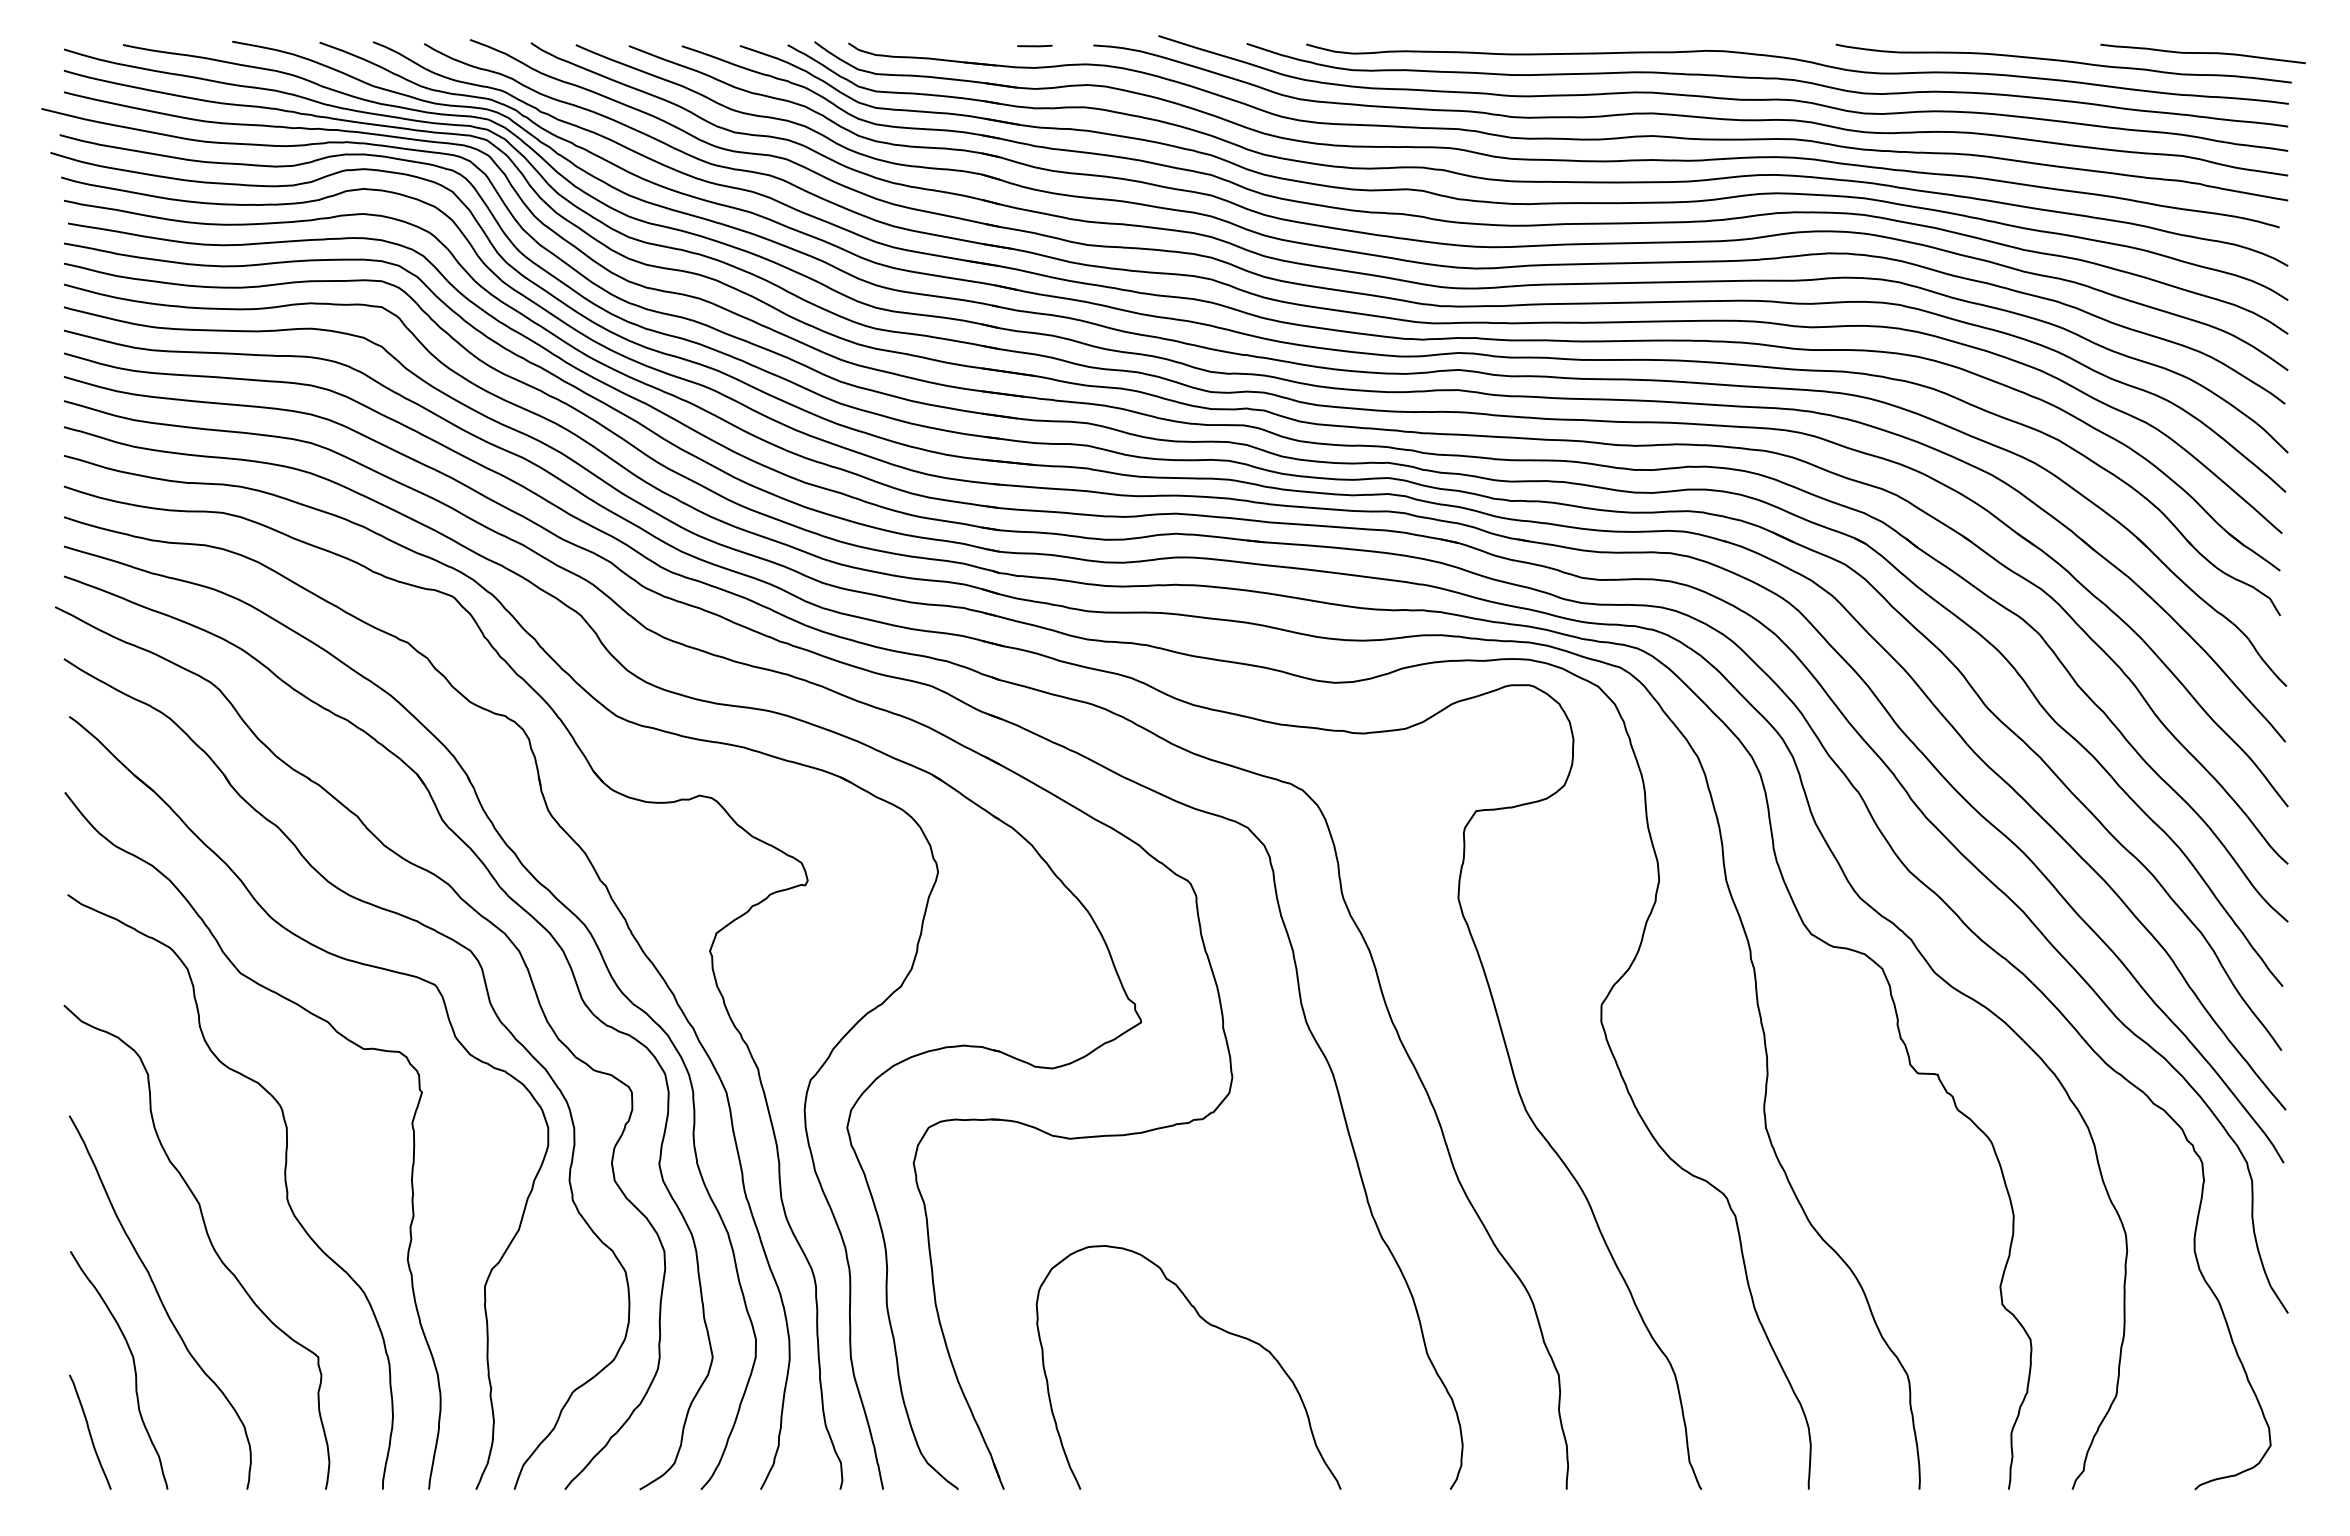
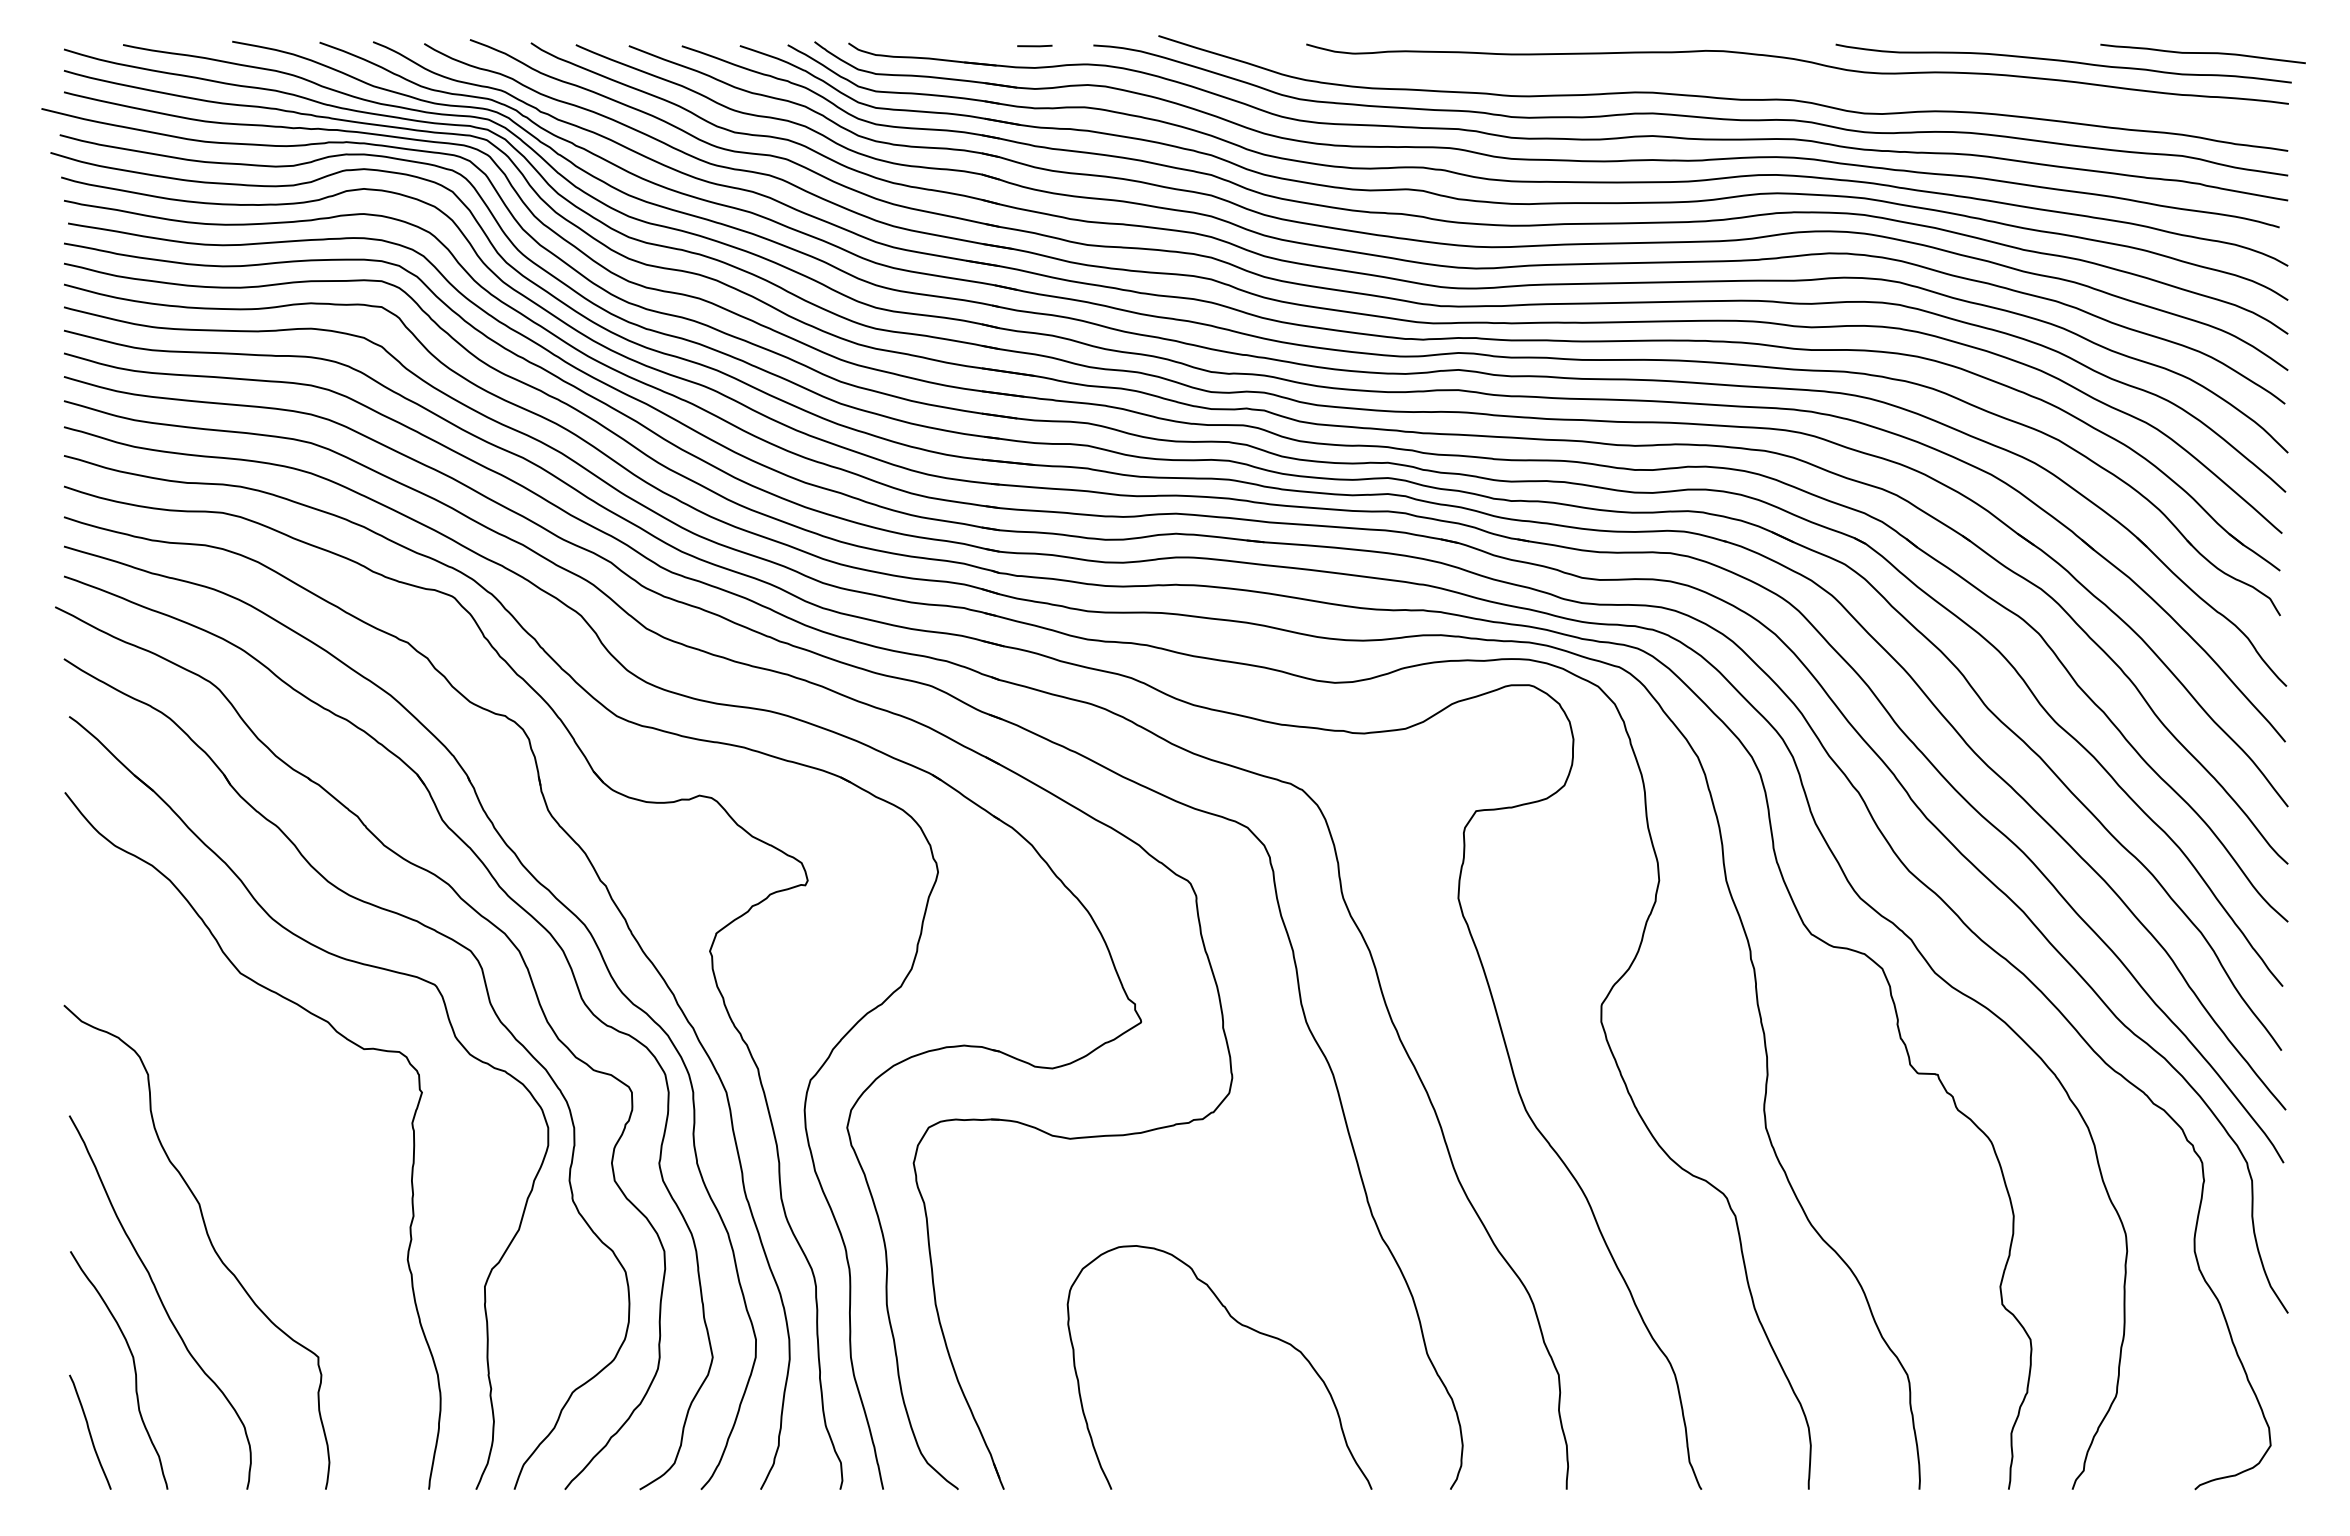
curve at (1767, 79): present -> none
curve at (284, 1182): present -> none
curve at (1211, 1326) position: (1211, 1326) -> (1242, 1326)
